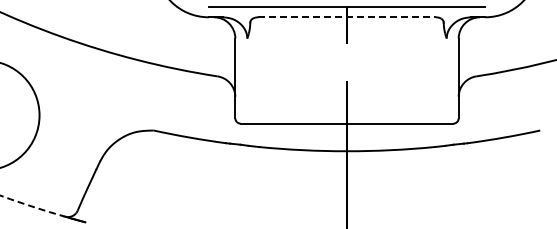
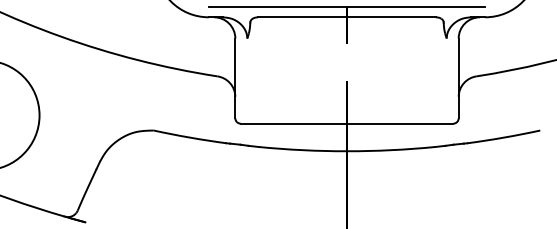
line at (347, 17): dashed -> solid
arc at (32, 206): dashed -> solid
